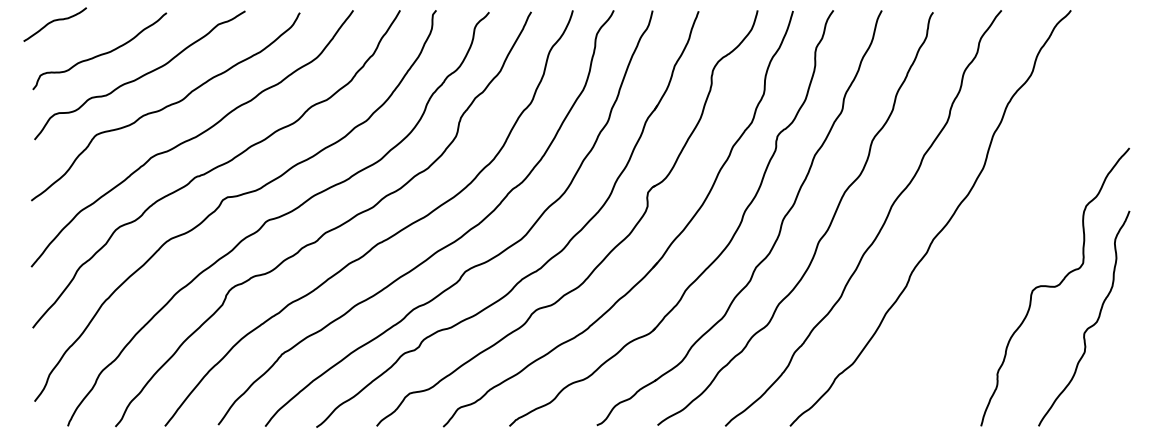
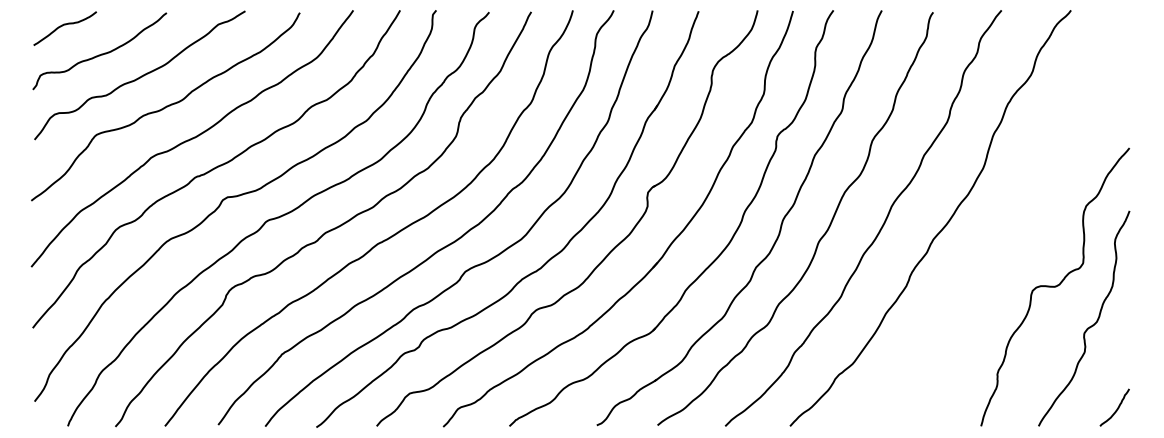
curve at (52, 22) position: (52, 22) -> (62, 26)
curve at (1116, 409): none -> present
